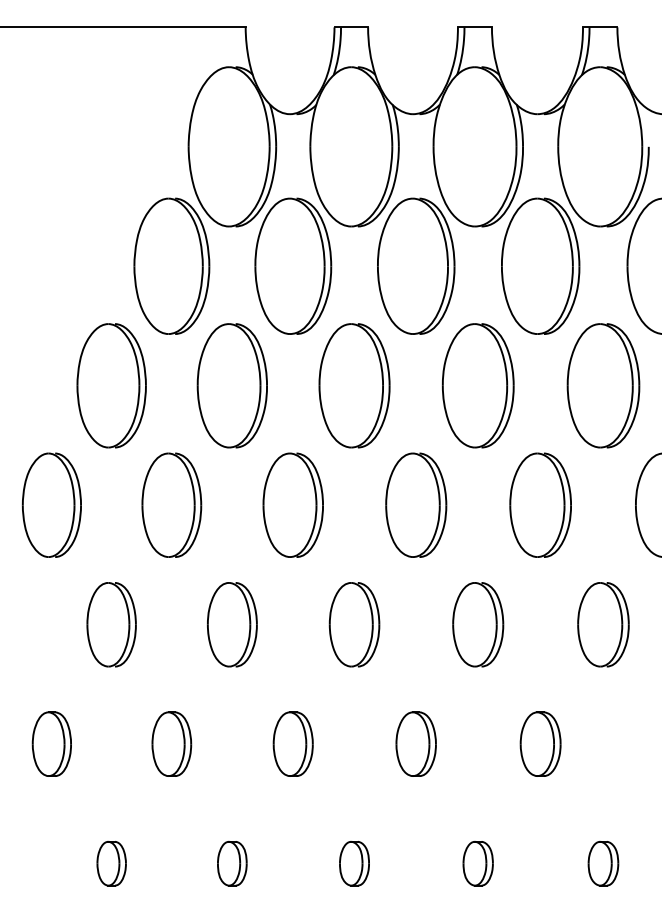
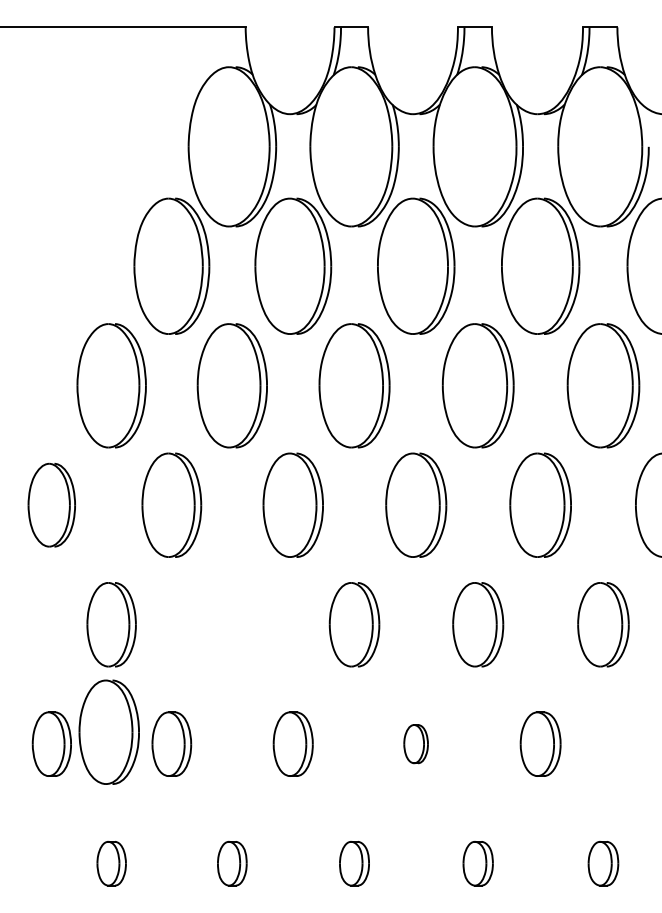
part at (51, 504) size: 61x106 px -> 49x86 px
part at (232, 624): present -> none
part at (108, 731): none -> present
part at (415, 743) size: 42x66 px -> 26x41 px
